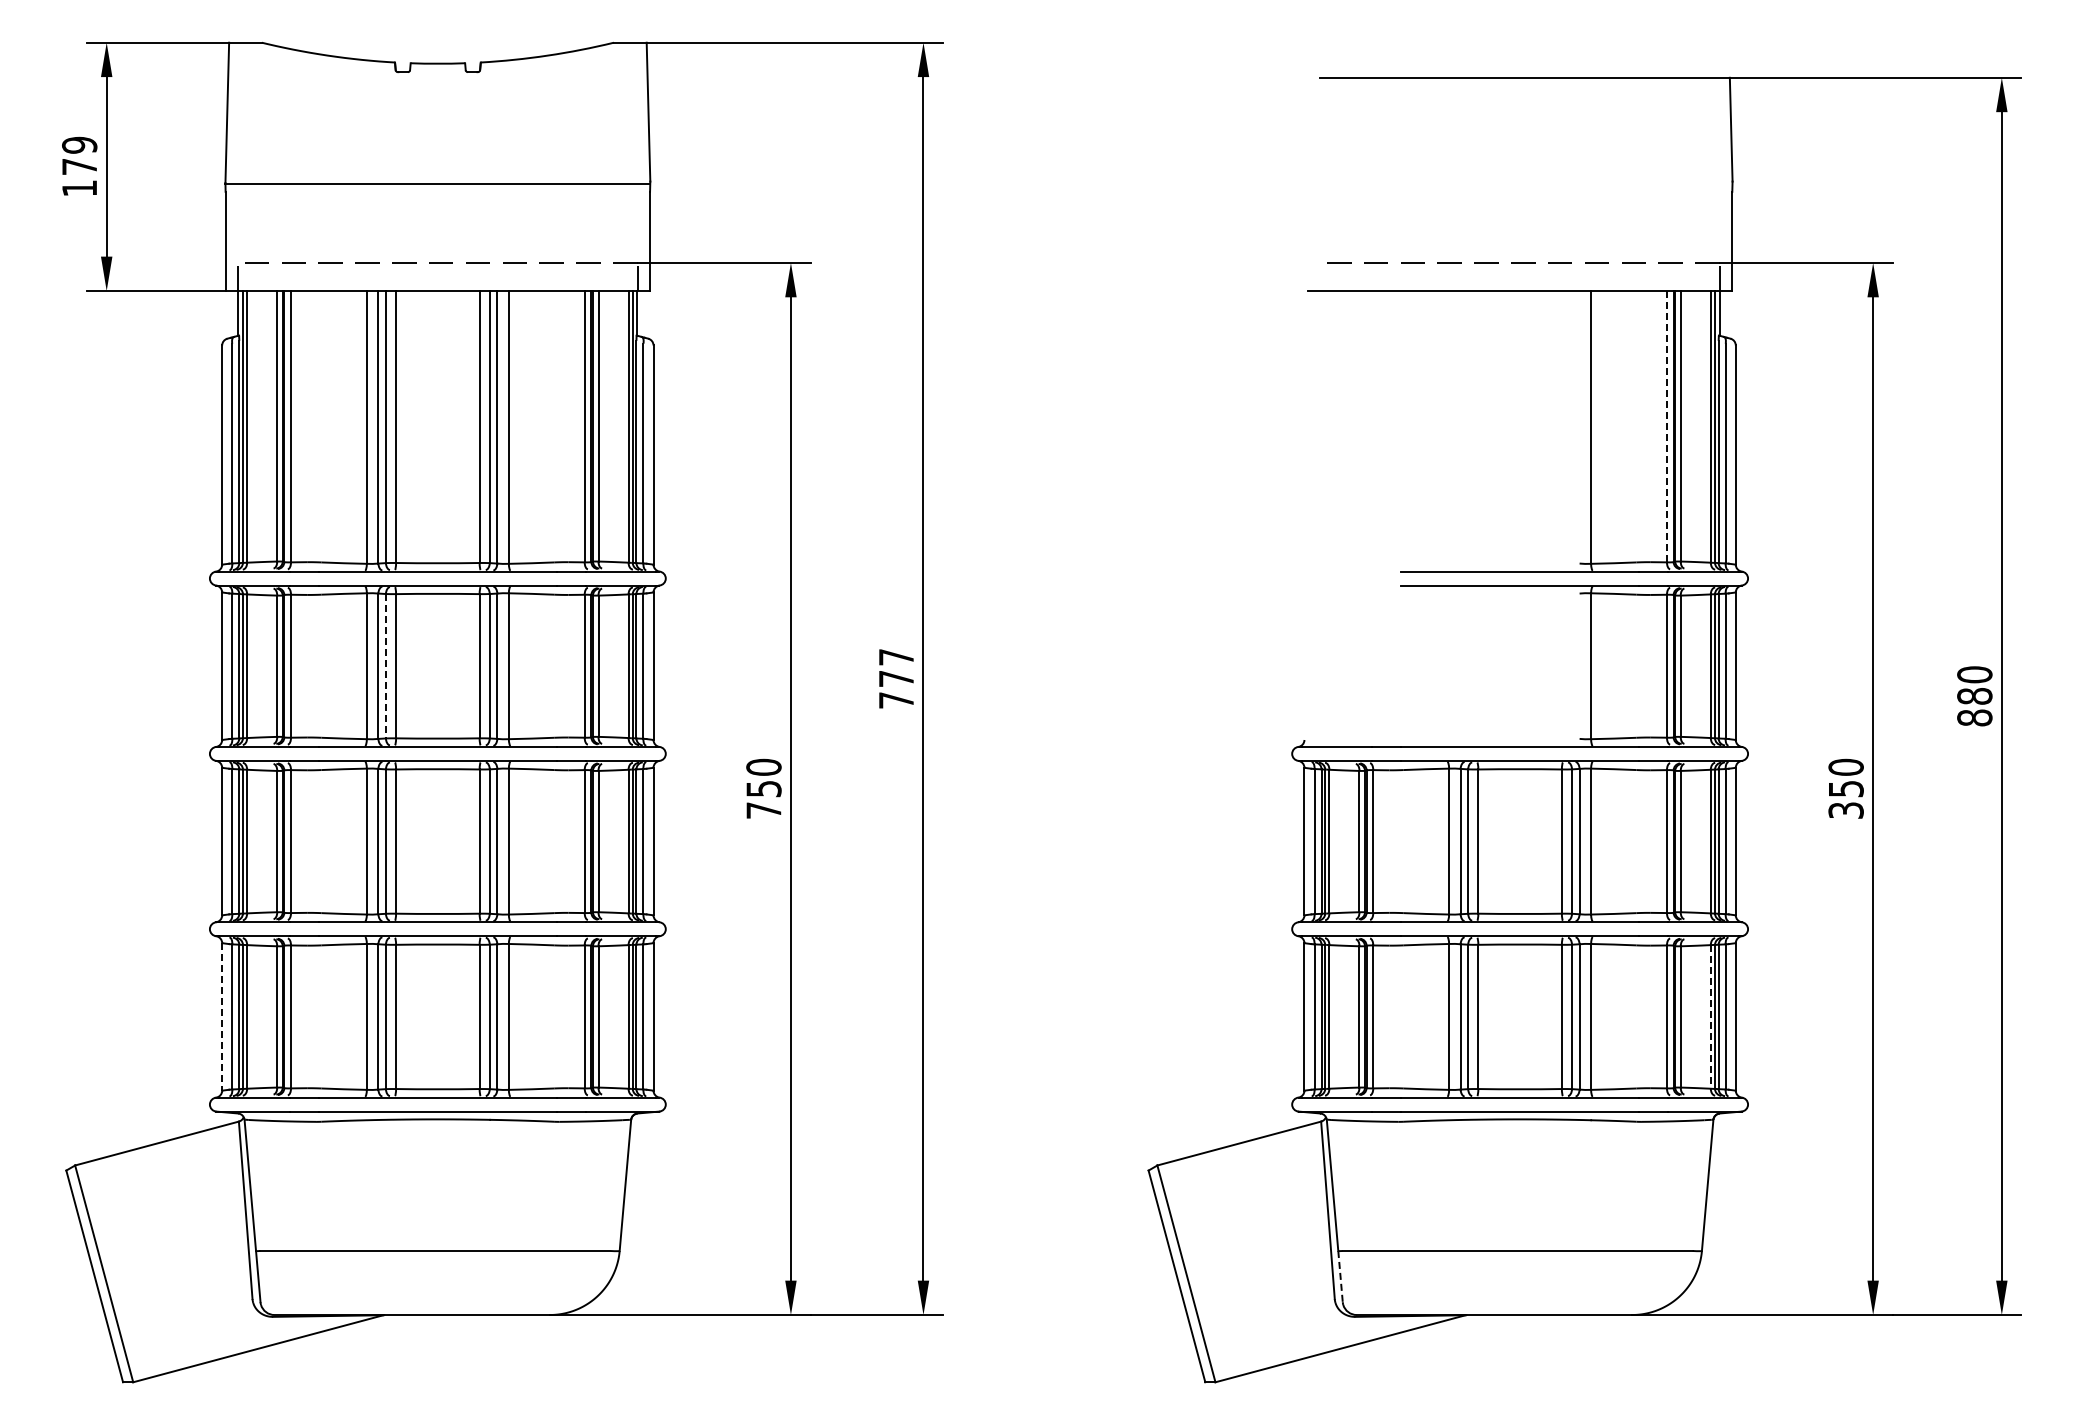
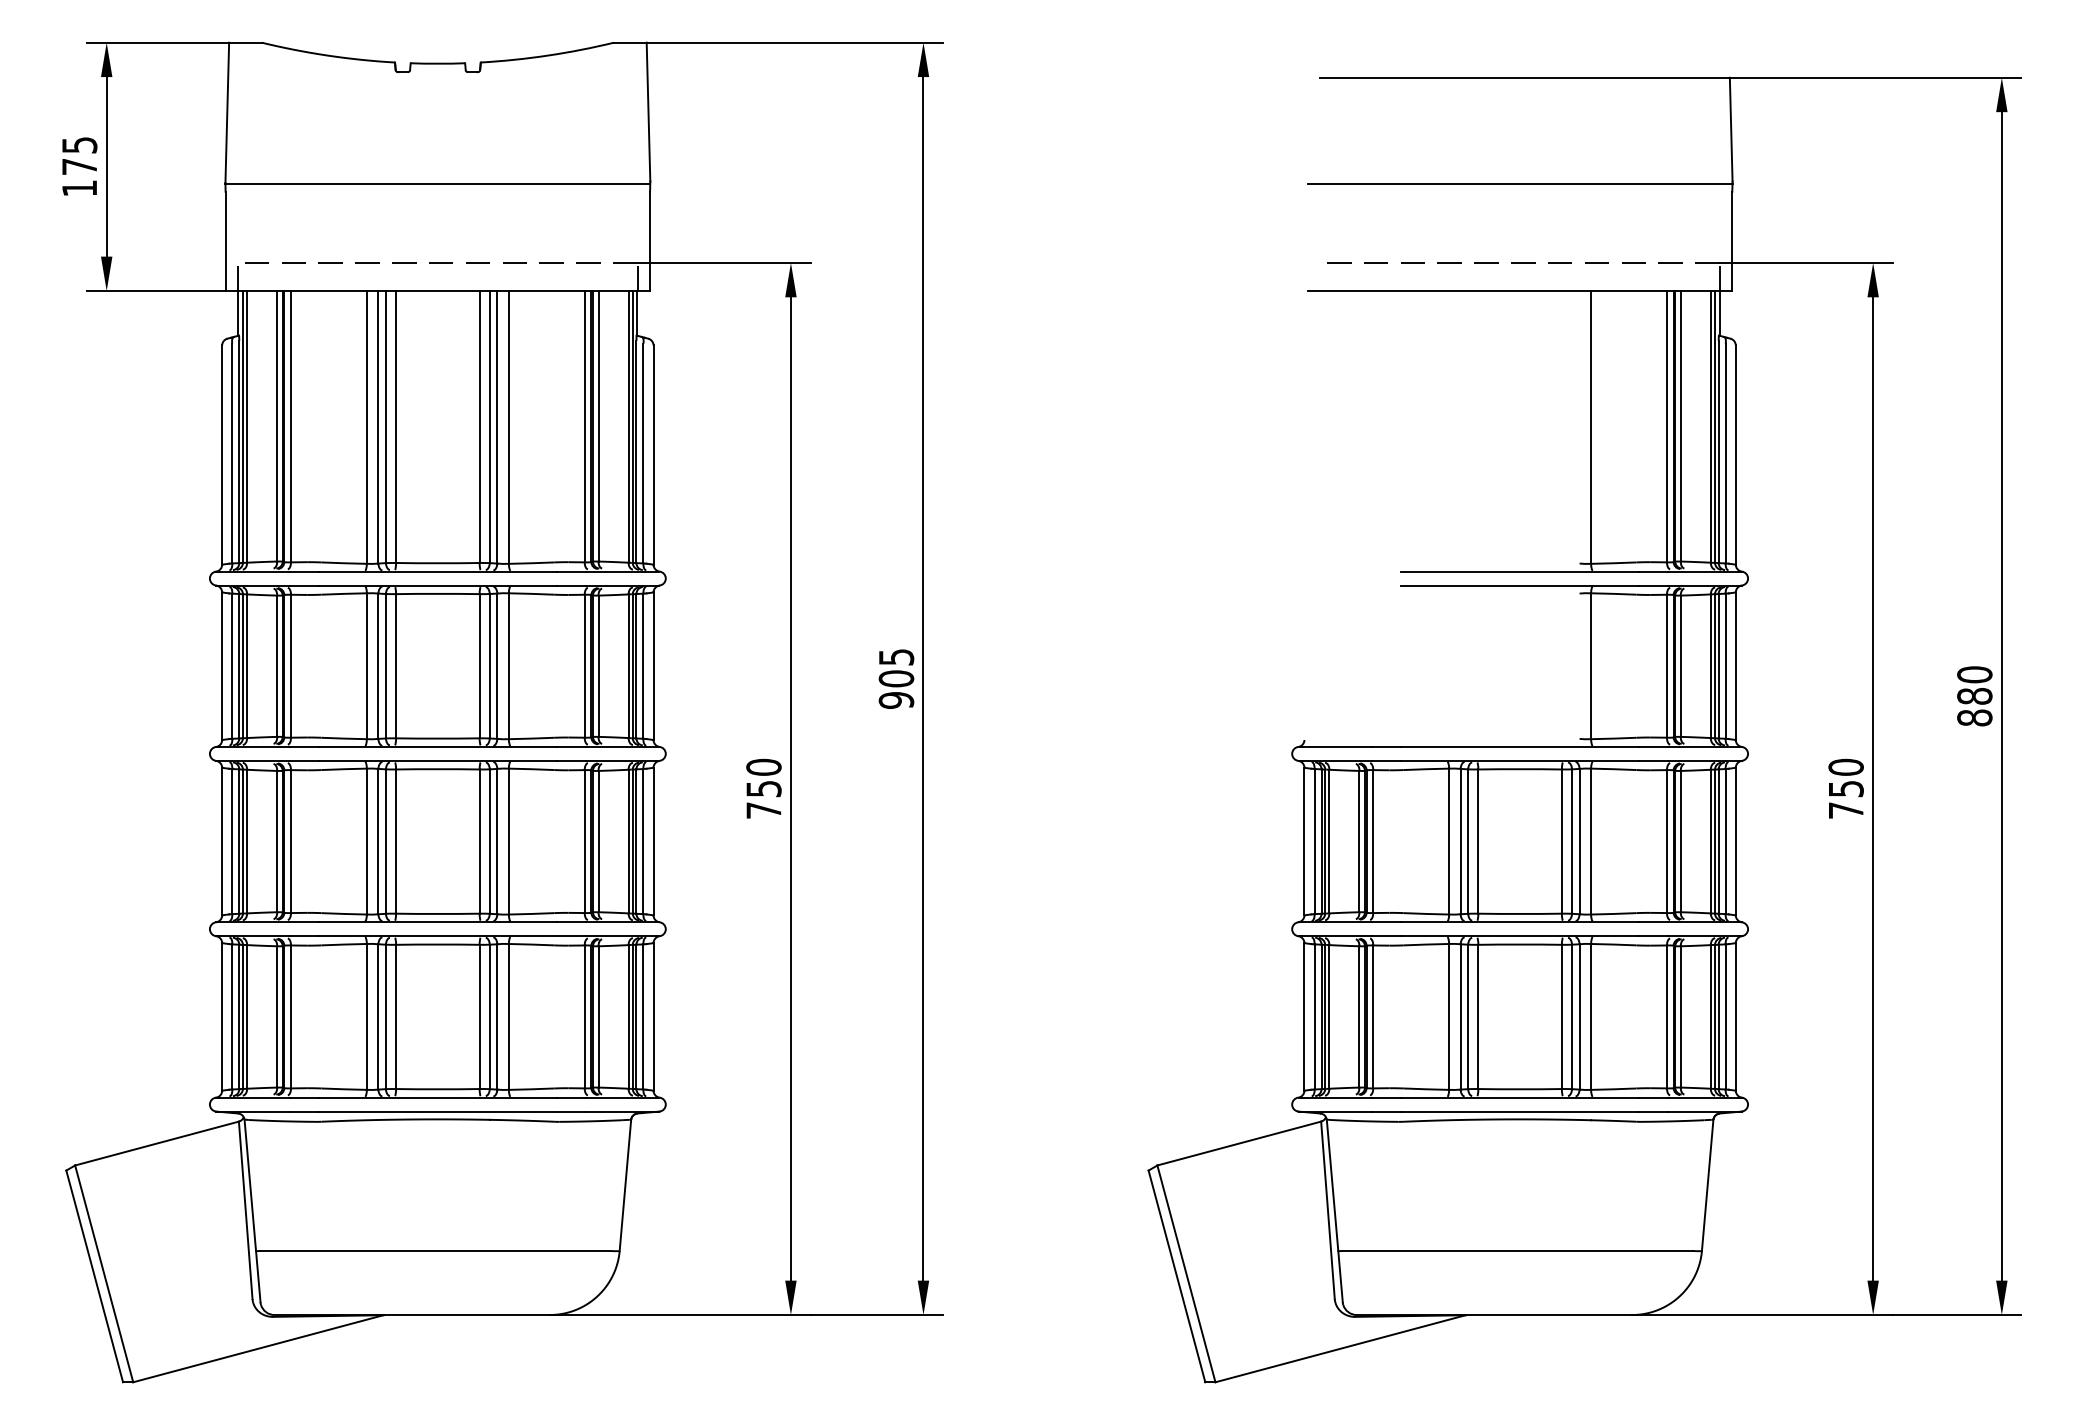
text at (79, 144): 179 -> 175
line at (1519, 184): none -> present
line at (1666, 426): dashed -> solid
line at (385, 666): dashed -> solid
text at (896, 678): 777 -> 905
text at (1845, 810): 350 -> 750
line at (222, 1016): dashed -> solid
line at (1710, 1016): dashed -> solid
line at (1340, 1276): dashed -> solid
